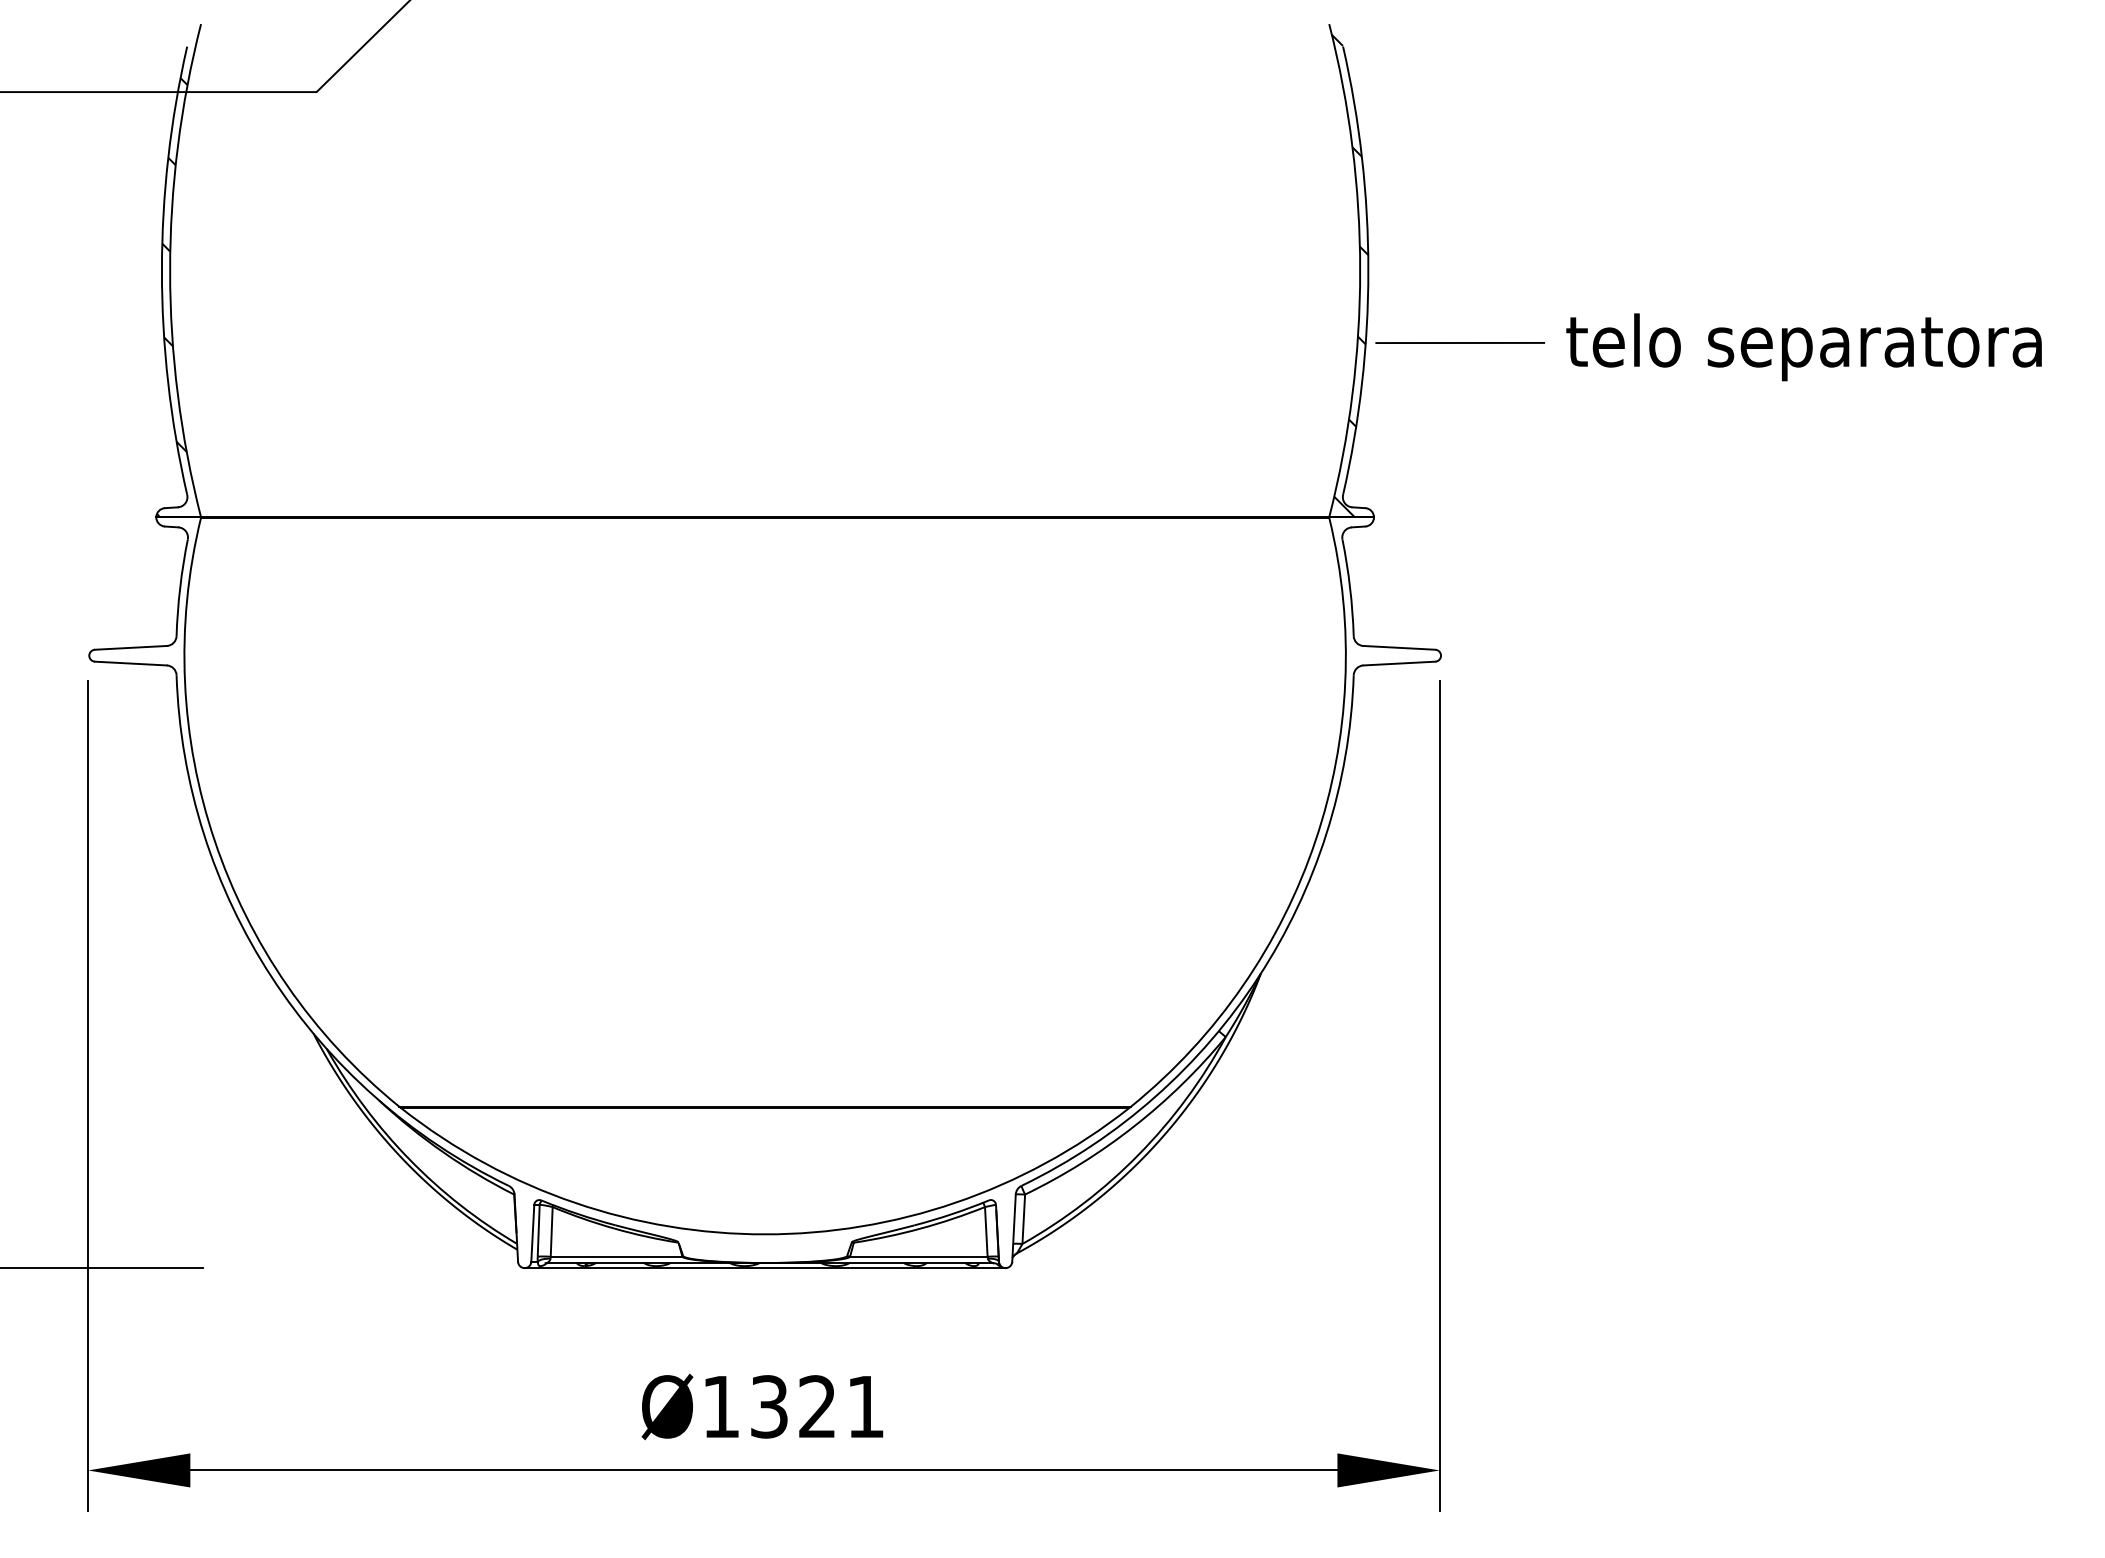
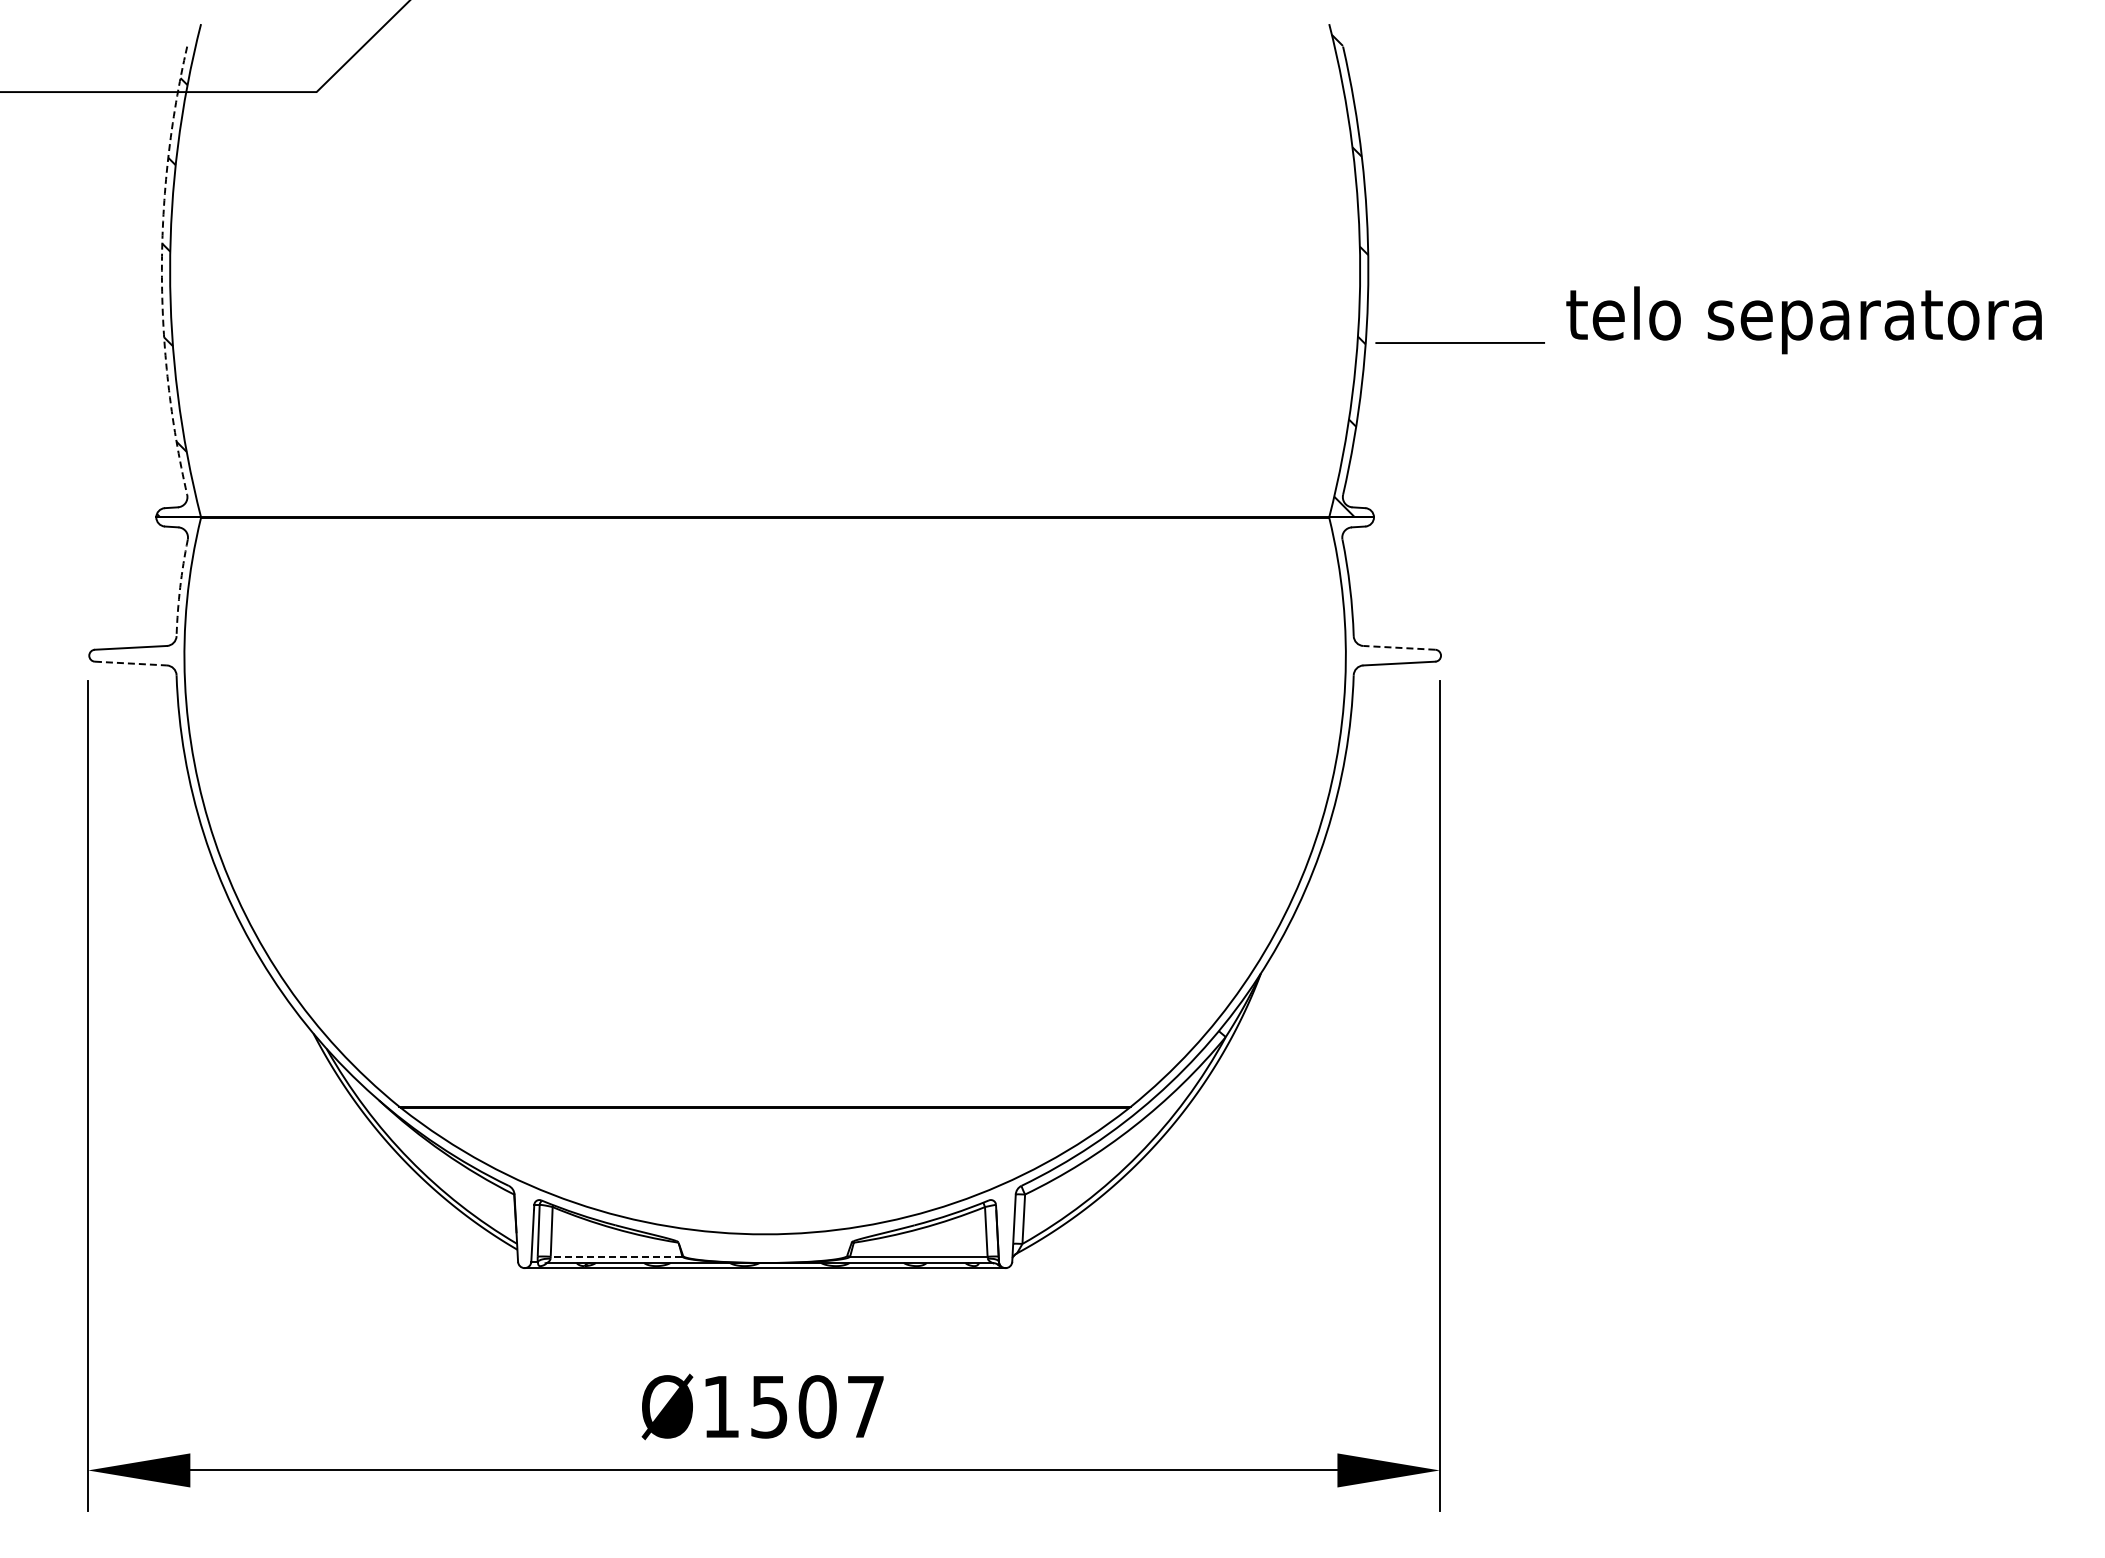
arc at (161, 270): solid -> dashed
text at (1803, 347) position: (1803, 347) -> (1803, 320)
arc at (180, 587): solid -> dashed
line at (1398, 647): solid -> dashed
line at (131, 663): solid -> dashed
line at (616, 1256): solid -> dashed
line at (102, 1268): present -> none
text at (817, 1406): Ø1321 -> Ø1507
